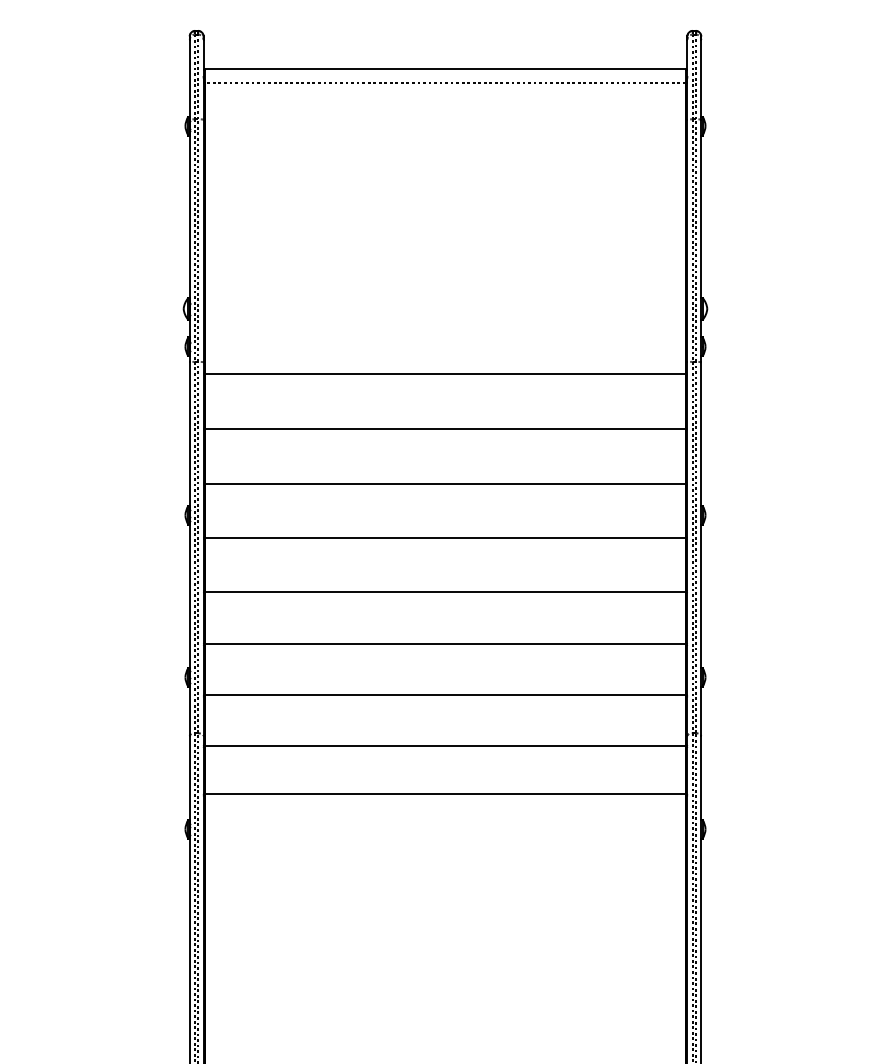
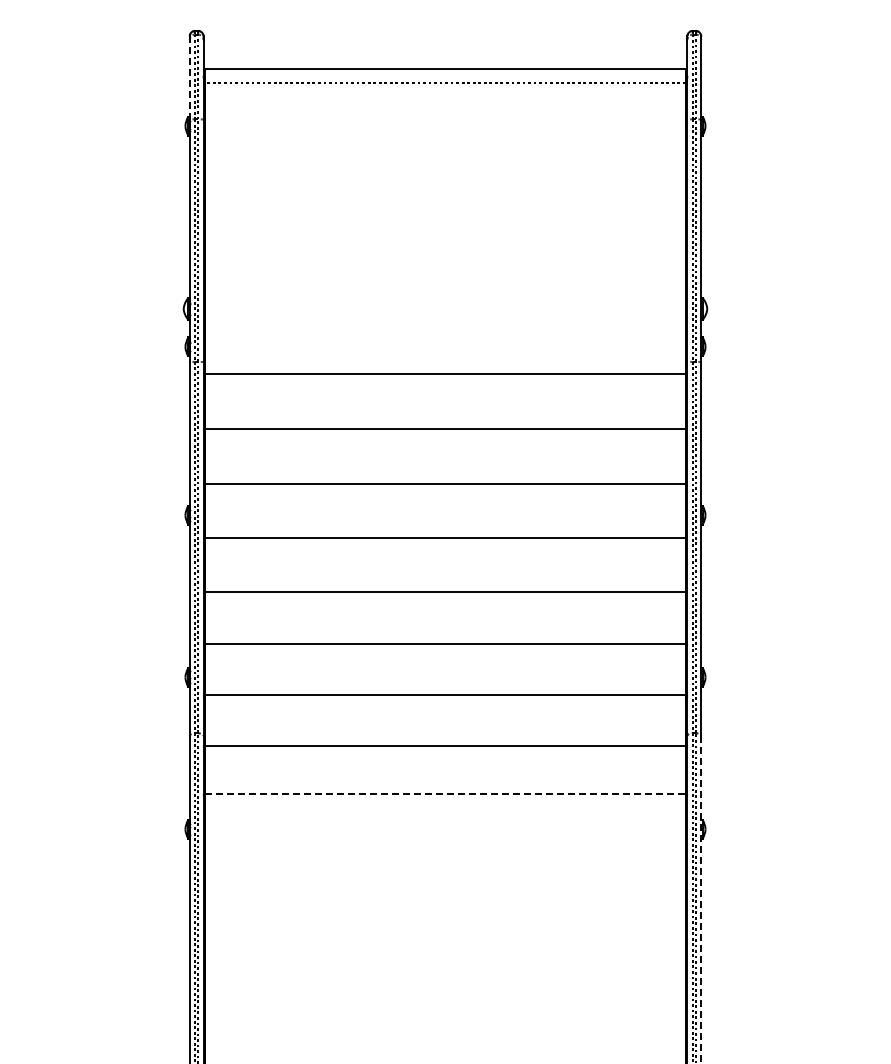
line at (189, 79): solid -> dashed
line at (446, 794): solid -> dashed
line at (701, 899): solid -> dashed
